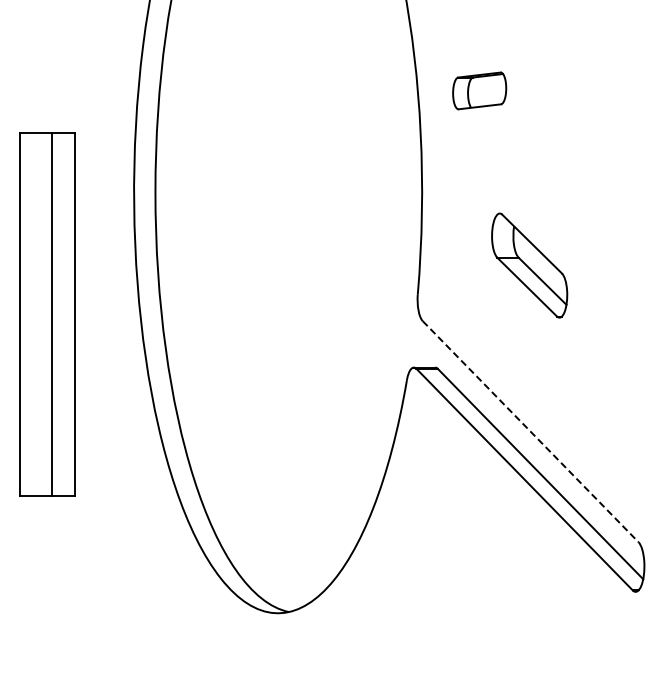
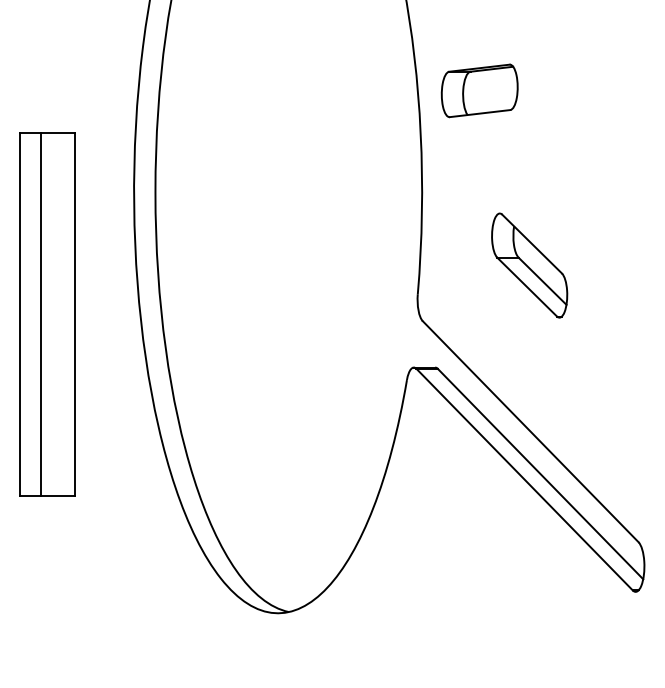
part at (479, 90) size: 56x40 px -> 79x56 px
line at (52, 314) position: (52, 314) -> (41, 314)
line at (531, 432): dashed -> solid
